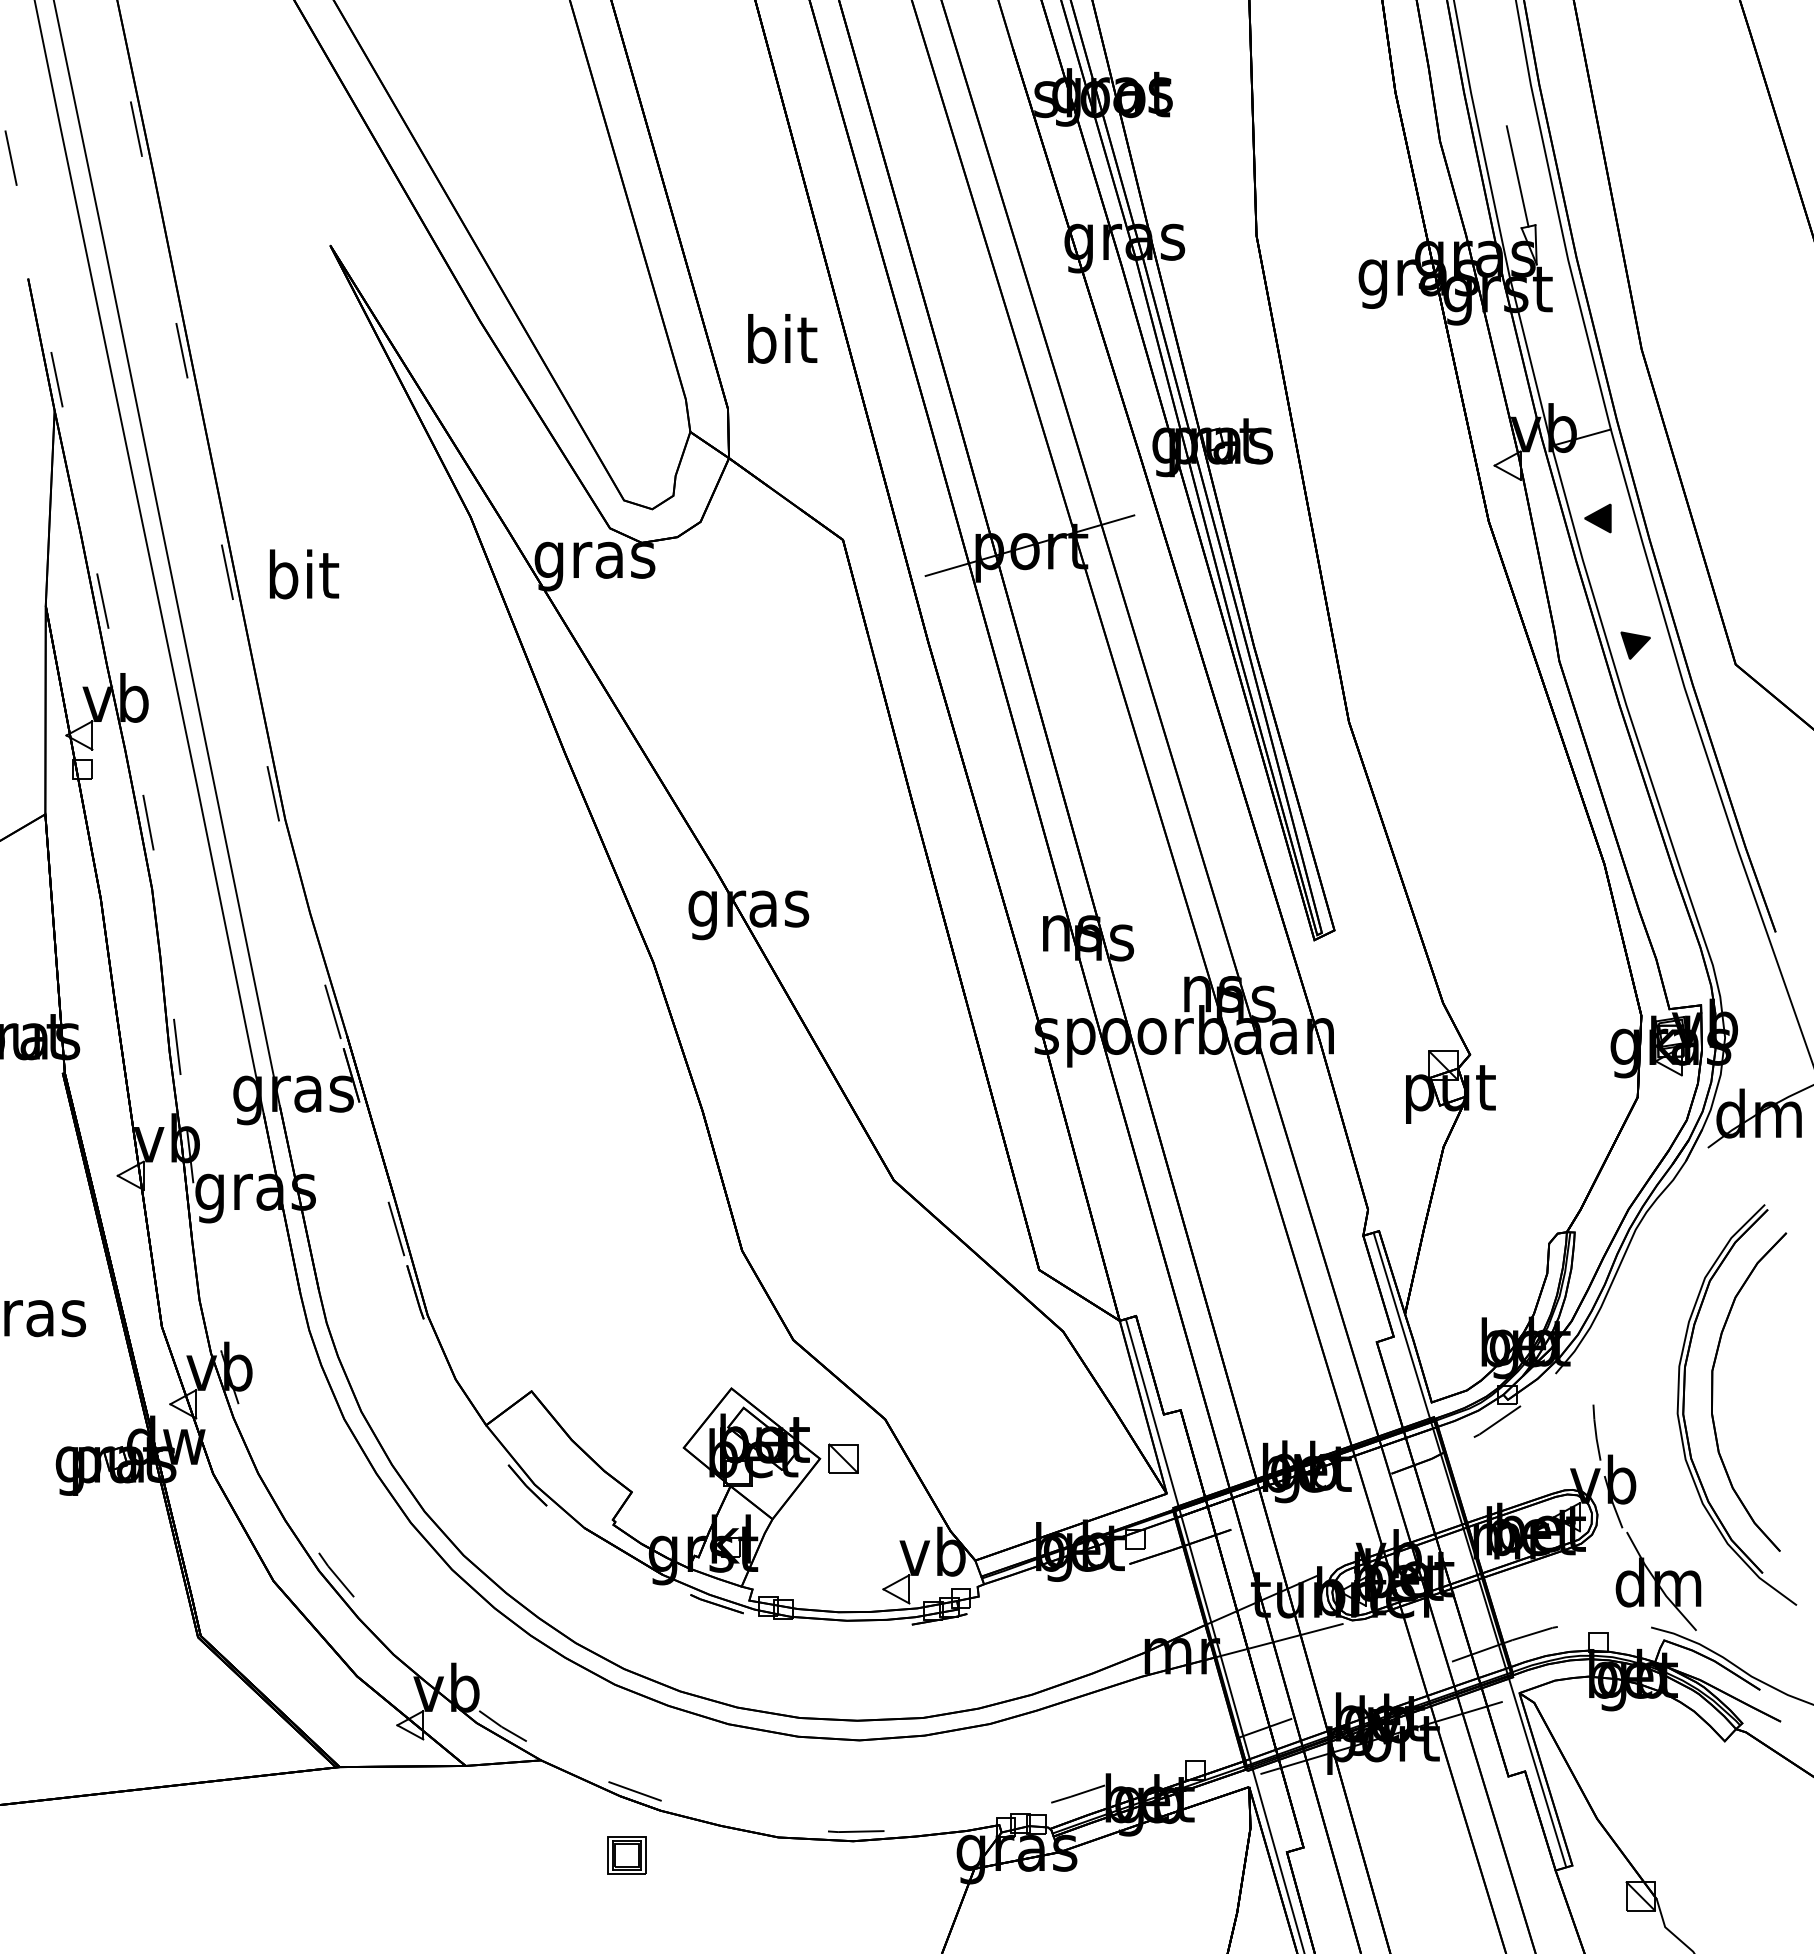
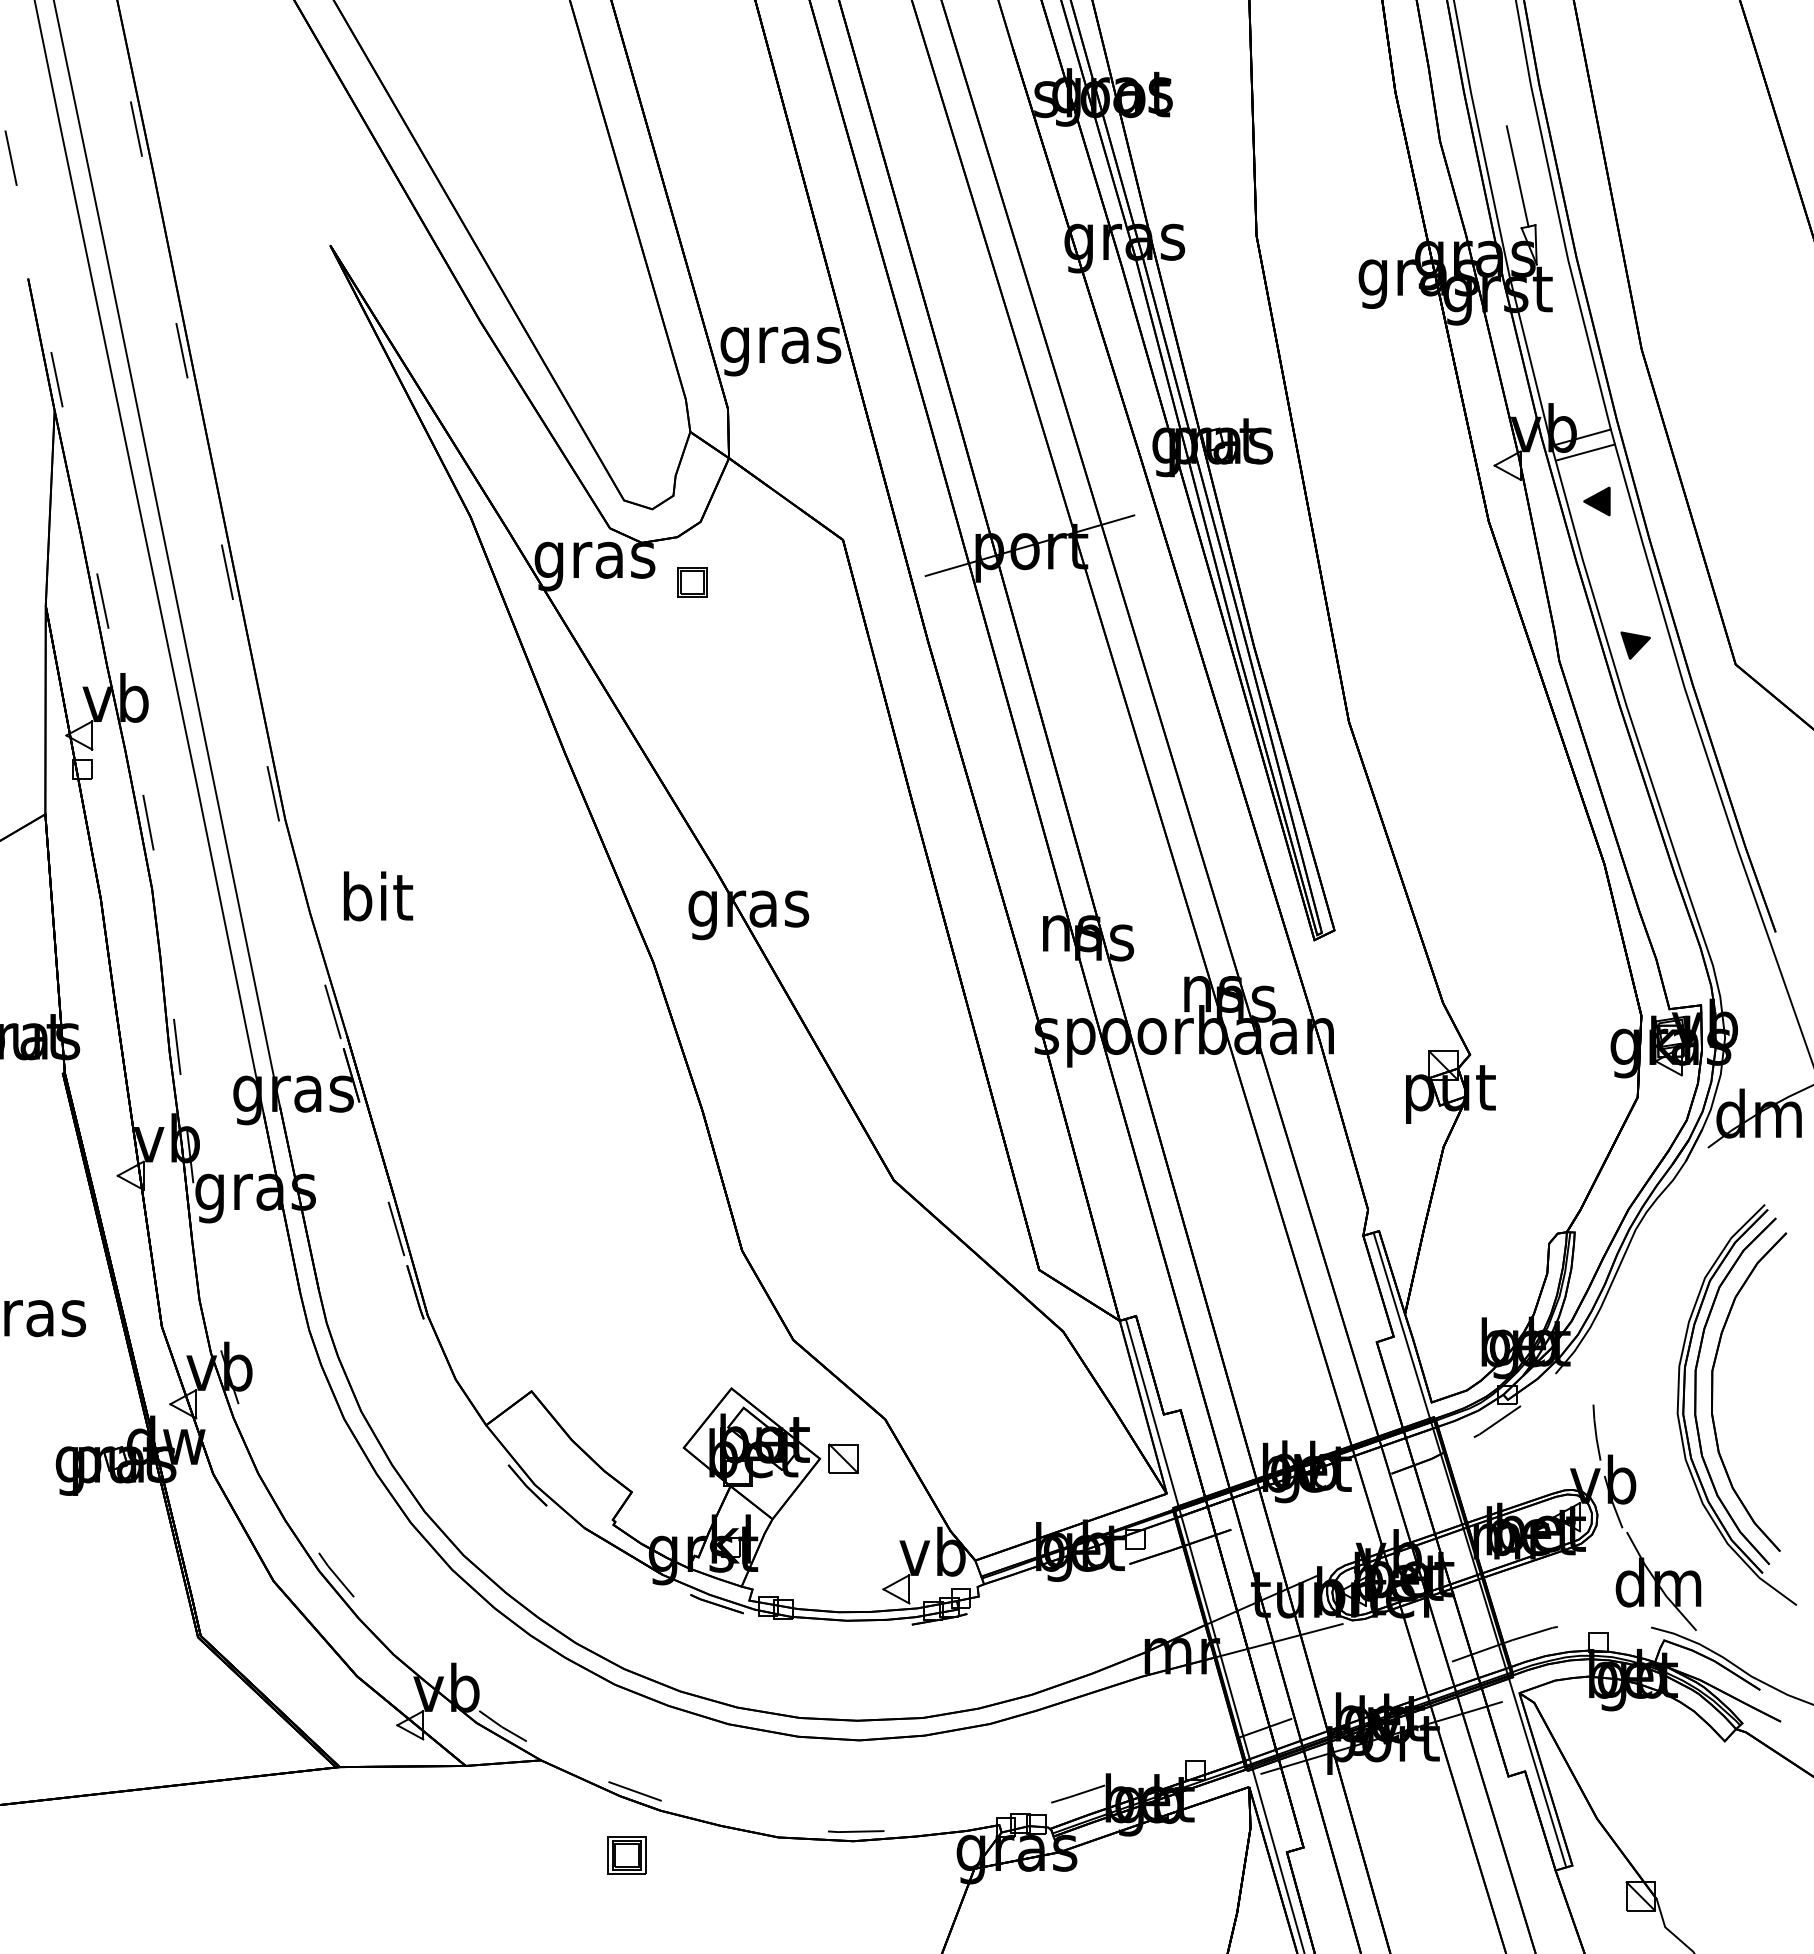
text at (780, 345): bit -> gras
line at (1584, 452): none -> present
part at (1597, 518) position: (1597, 518) -> (1596, 501)
text at (304, 574) position: (304, 574) -> (378, 896)
part at (692, 582): none -> present
part at (1696, 1390): none -> present
